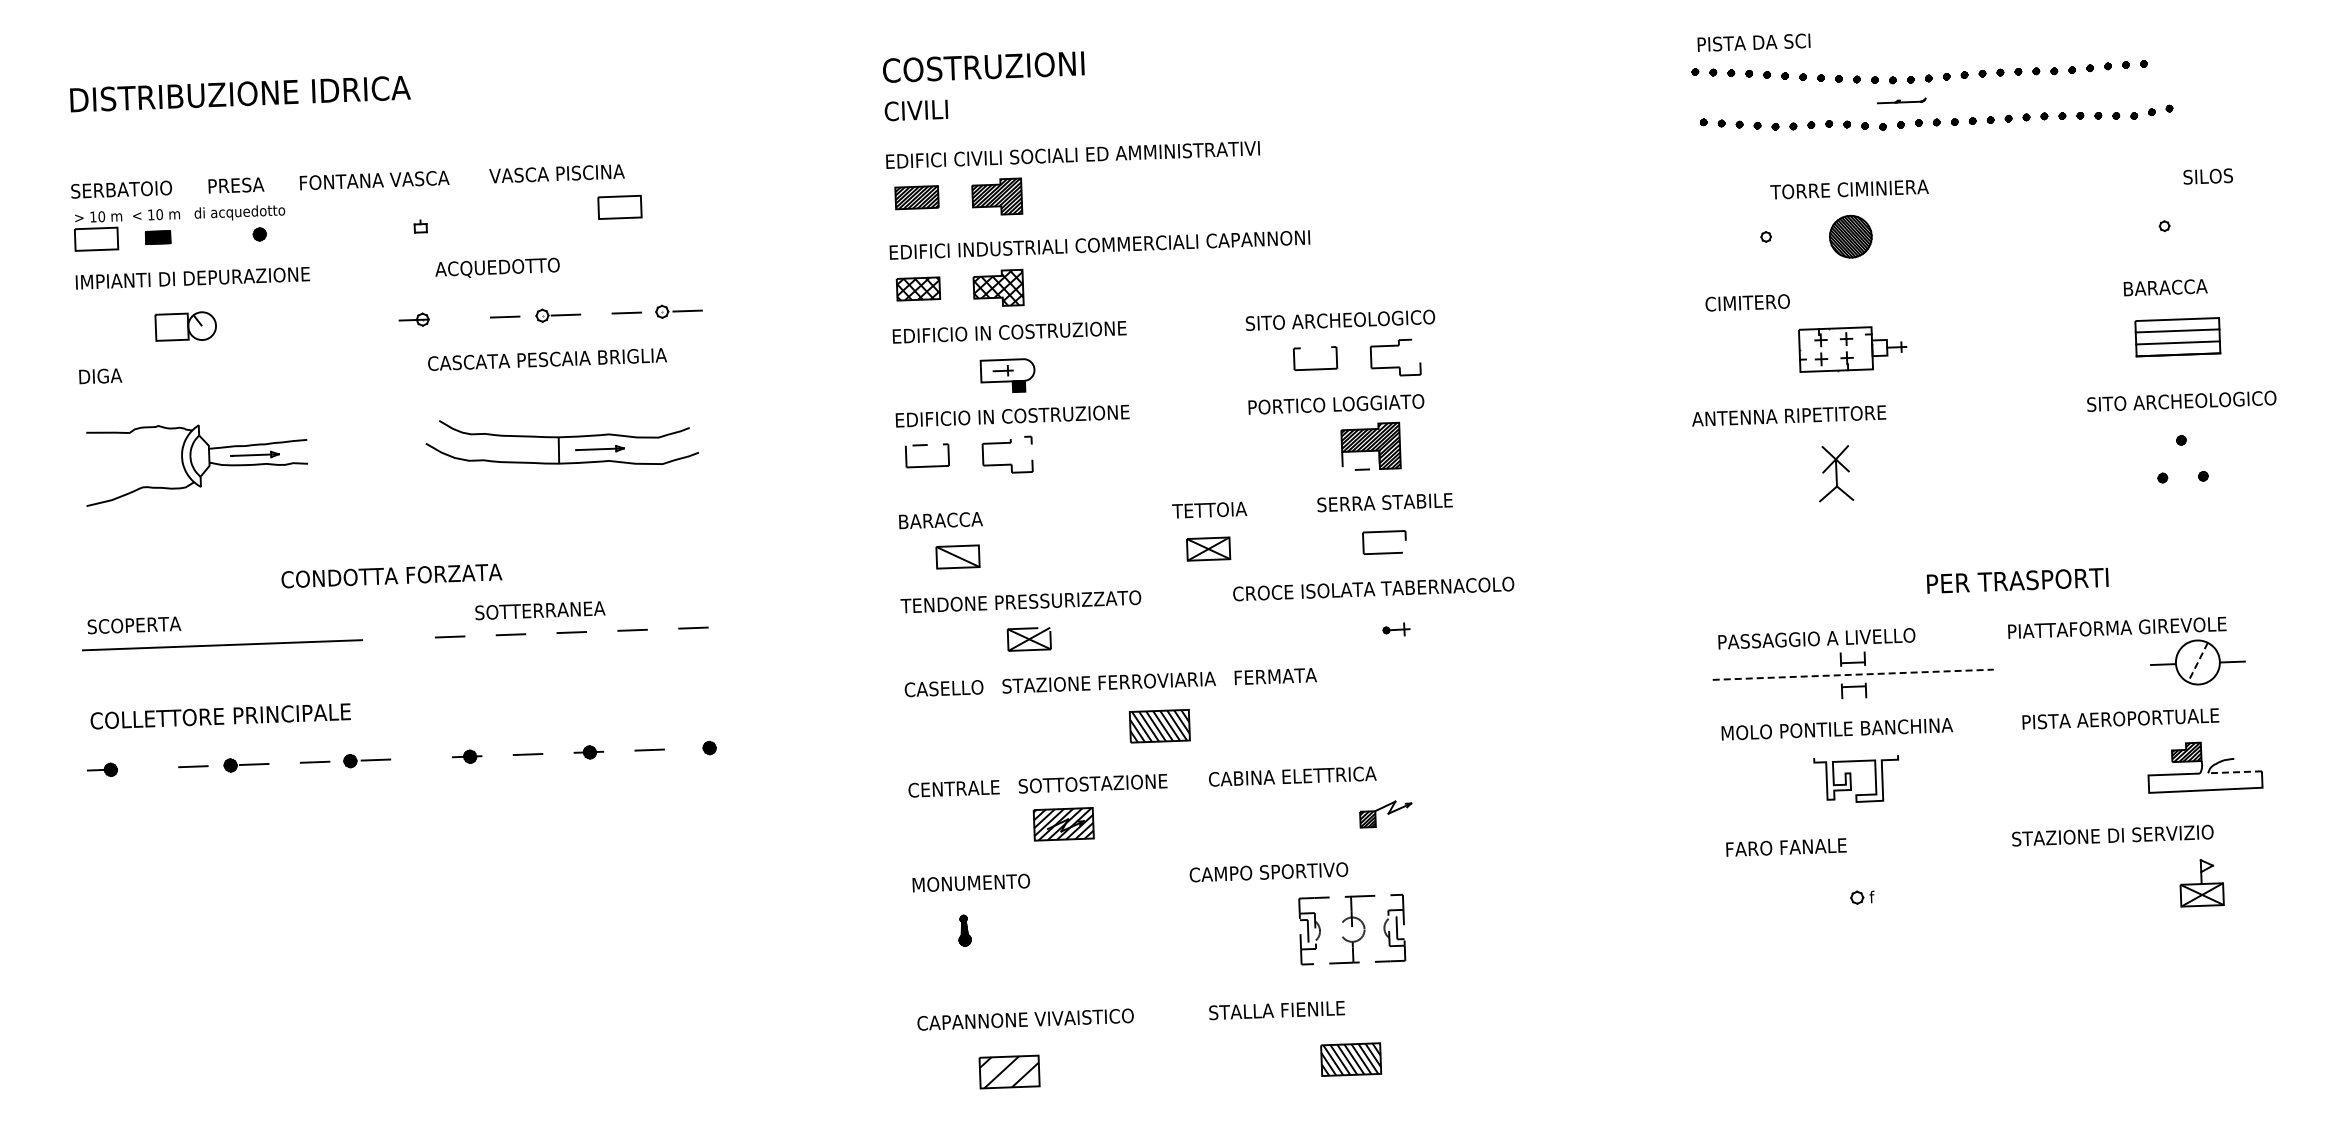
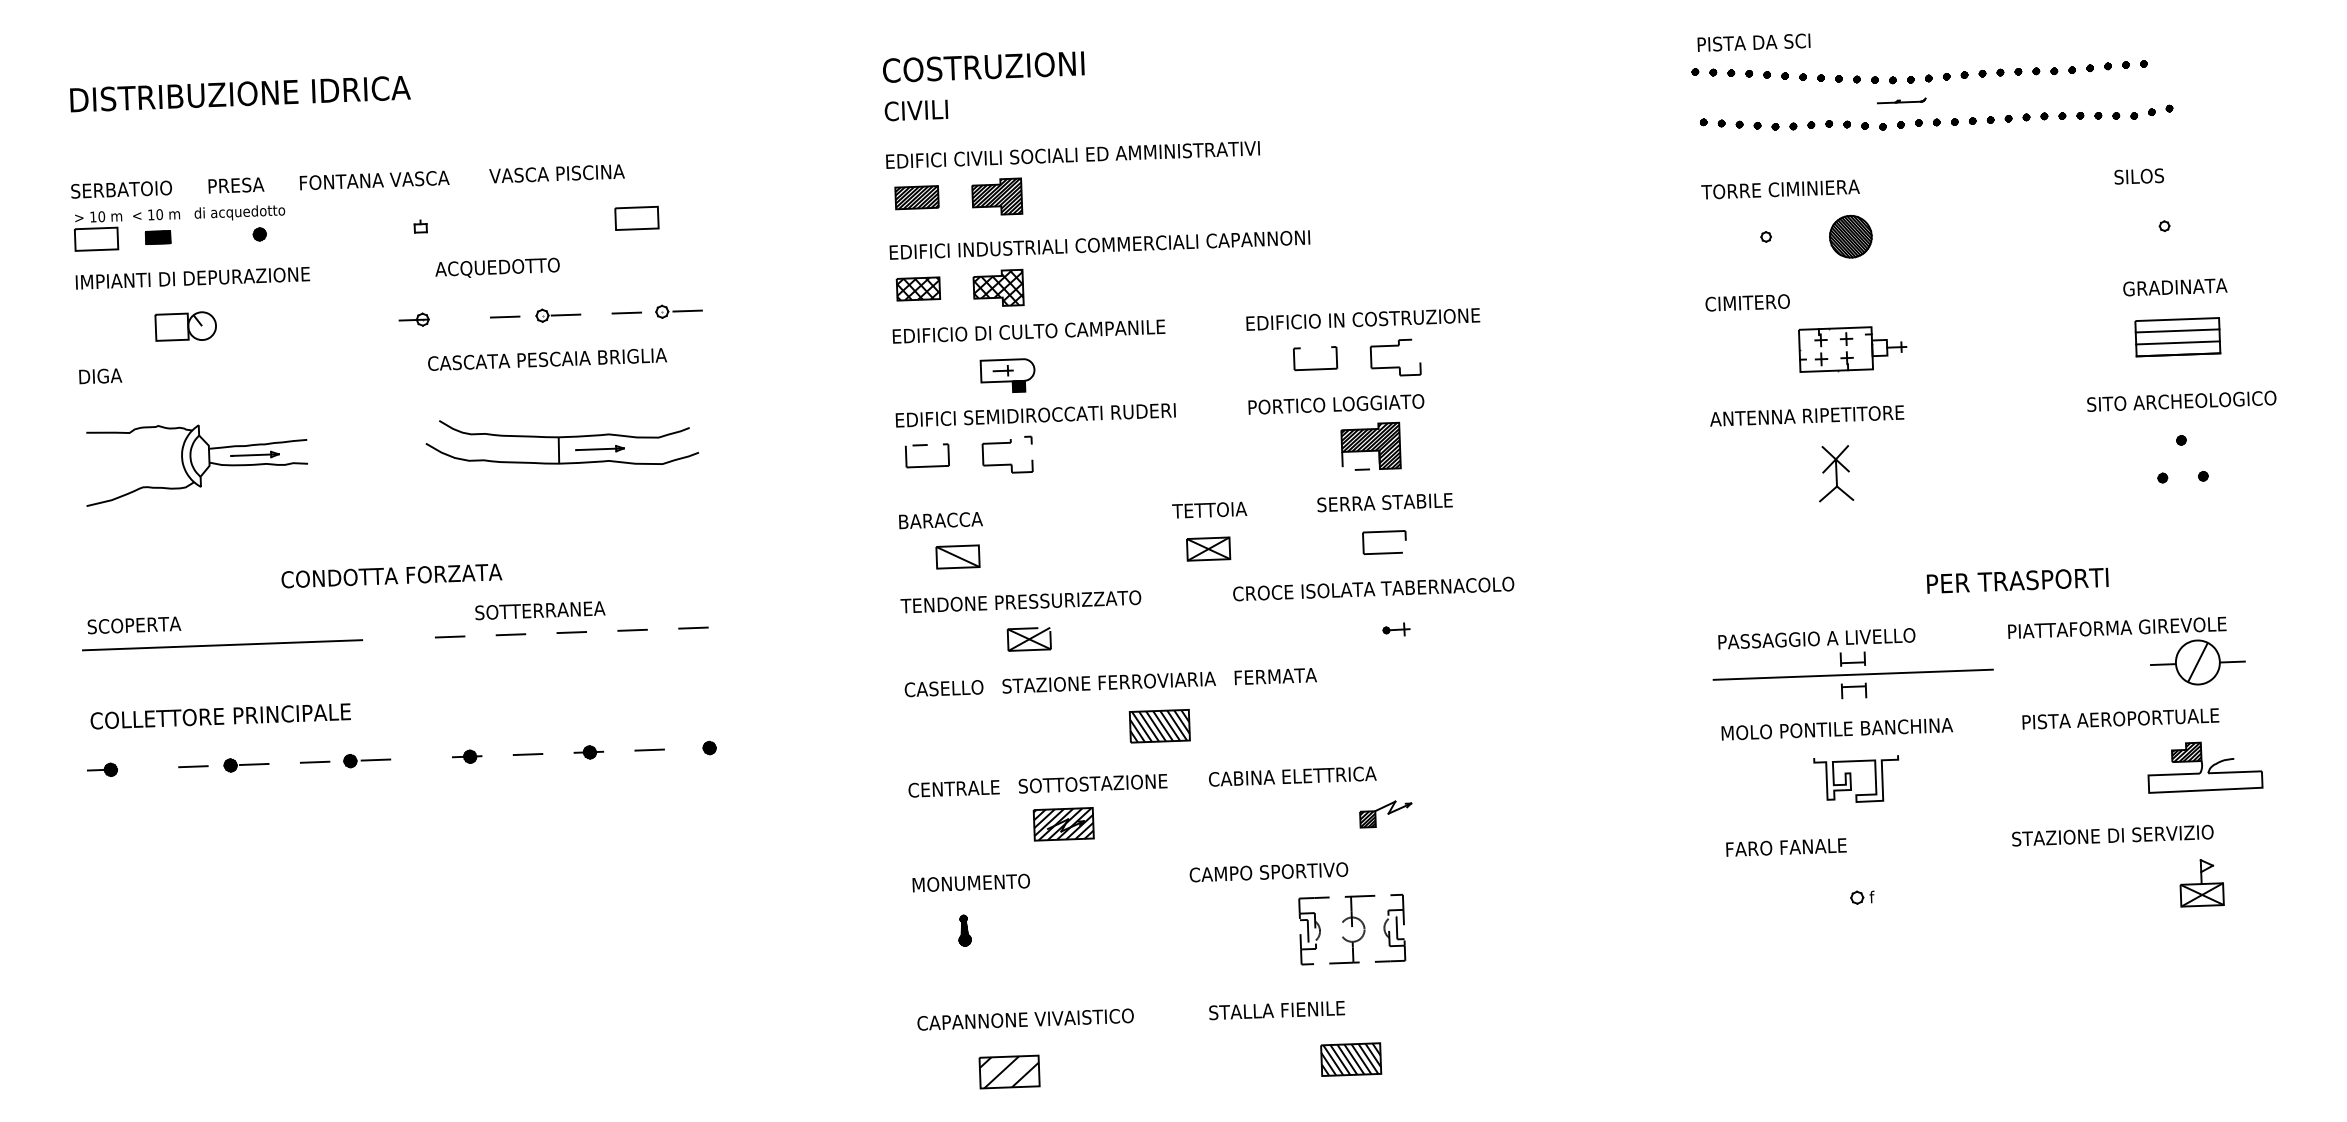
text at (2001, 183) position: (2001, 183) -> (1932, 183)
part at (619, 206) position: (619, 206) -> (636, 217)
text at (2175, 287): BARACCA -> GRADINATA
text at (1362, 319): SITO ARCHEOLOGICO -> EDIFICIO IN COSTRUZIONE
text at (1071, 329): EDIFICIO IN COSTRUZIONE -> EDIFICIO DI CULTO CAMPANILE
text at (1066, 414): EDIFICIO IN COSTRUZIONE -> EDIFICI SEMIDIROCCATI RUDERI
text at (1789, 415) position: (1789, 415) -> (1807, 415)
line at (2197, 662): dashed -> solid
line at (1853, 674): dashed -> solid
line at (2235, 772): dashed -> solid
